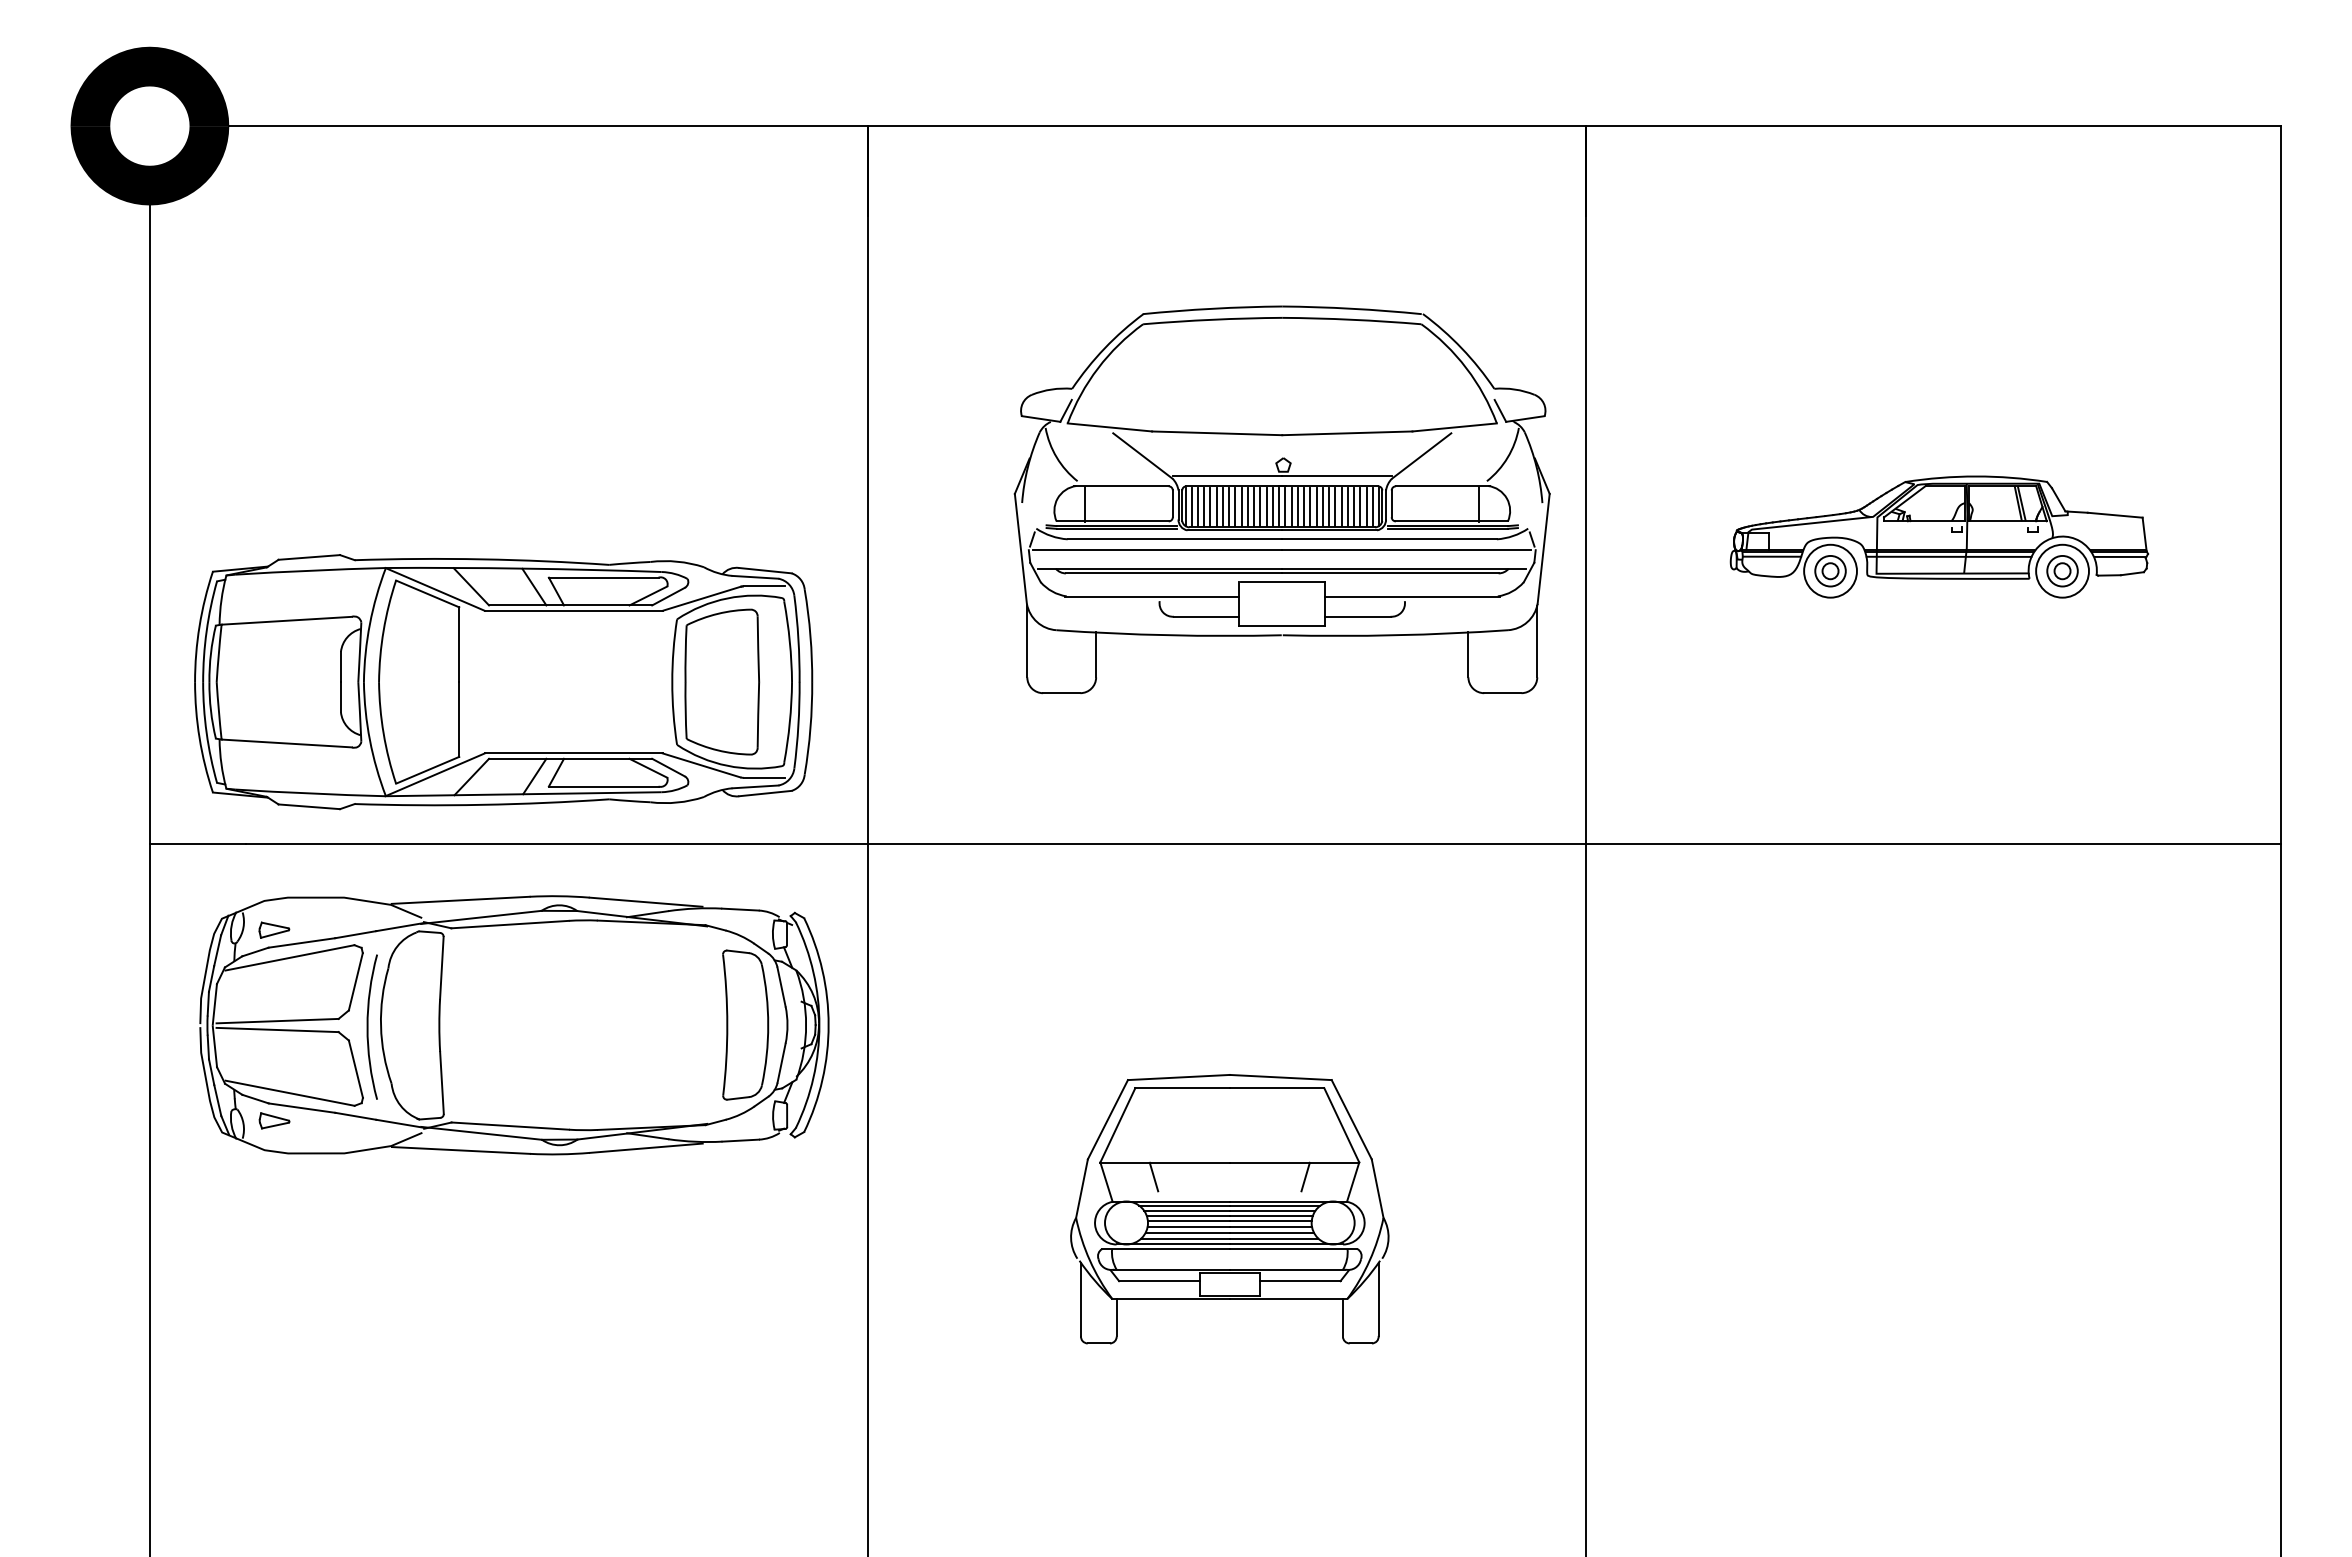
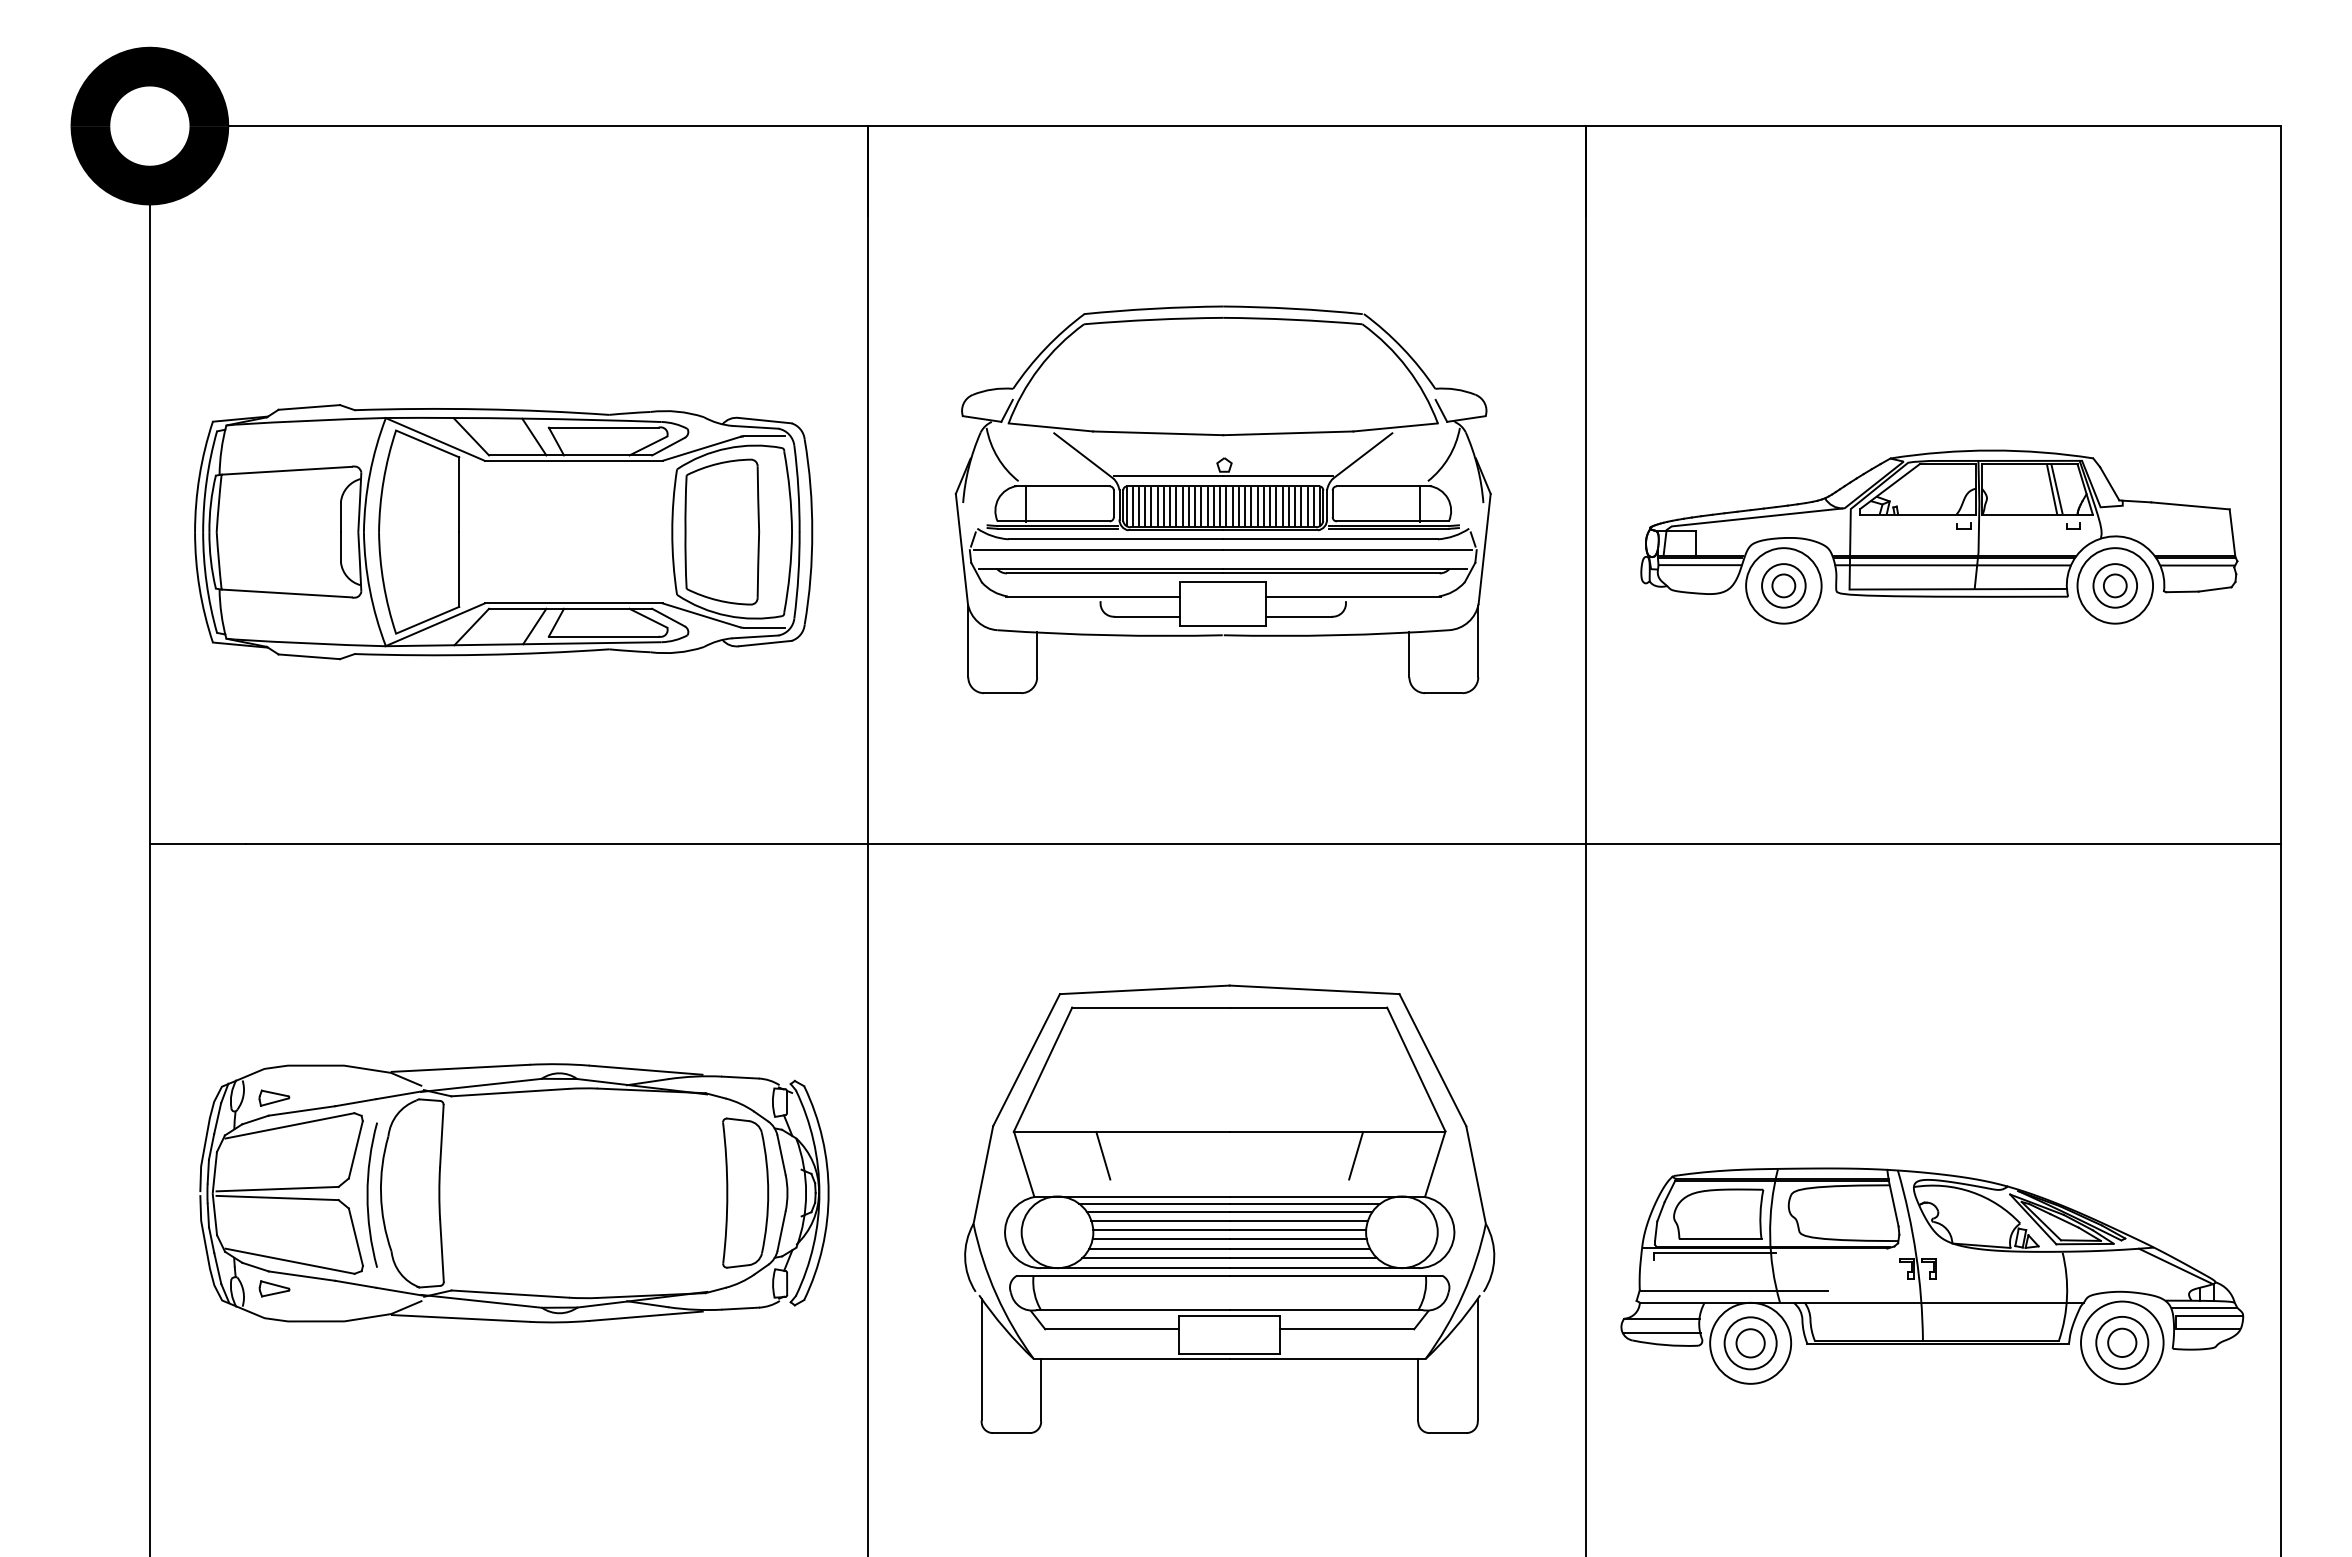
part at (1281, 499) position: (1281, 499) -> (1222, 499)
part at (1938, 536) size: 420x124 px -> 599x176 px
part at (503, 682) position: (503, 682) -> (503, 532)
part at (514, 1025) position: (514, 1025) -> (514, 1193)
part at (1229, 1209) size: 320x271 px -> 532x450 px
part at (1932, 1276): none -> present
